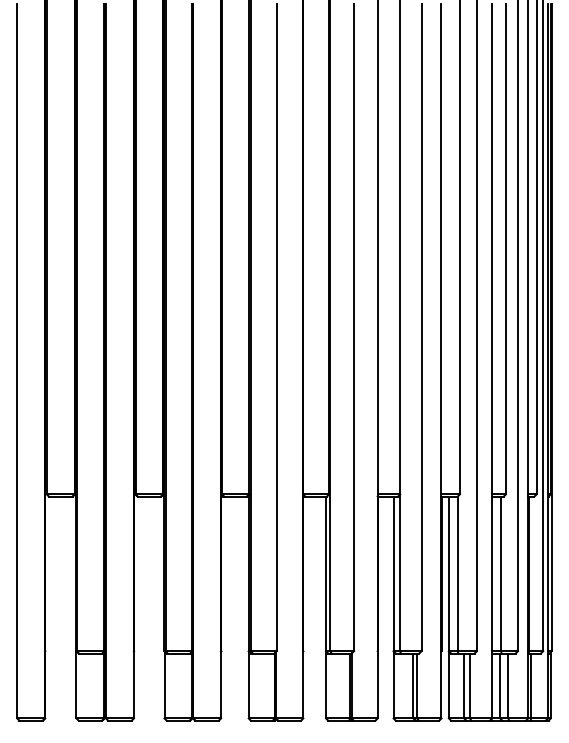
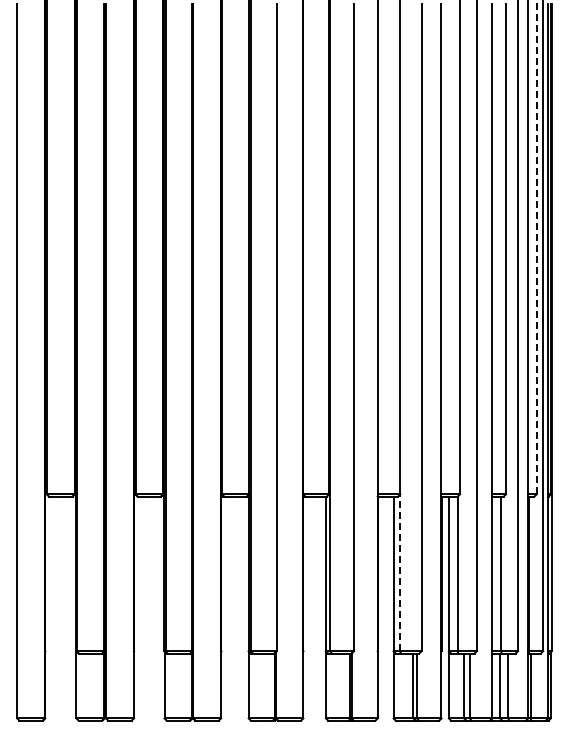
line at (536, 247): solid -> dashed
line at (399, 572): solid -> dashed
